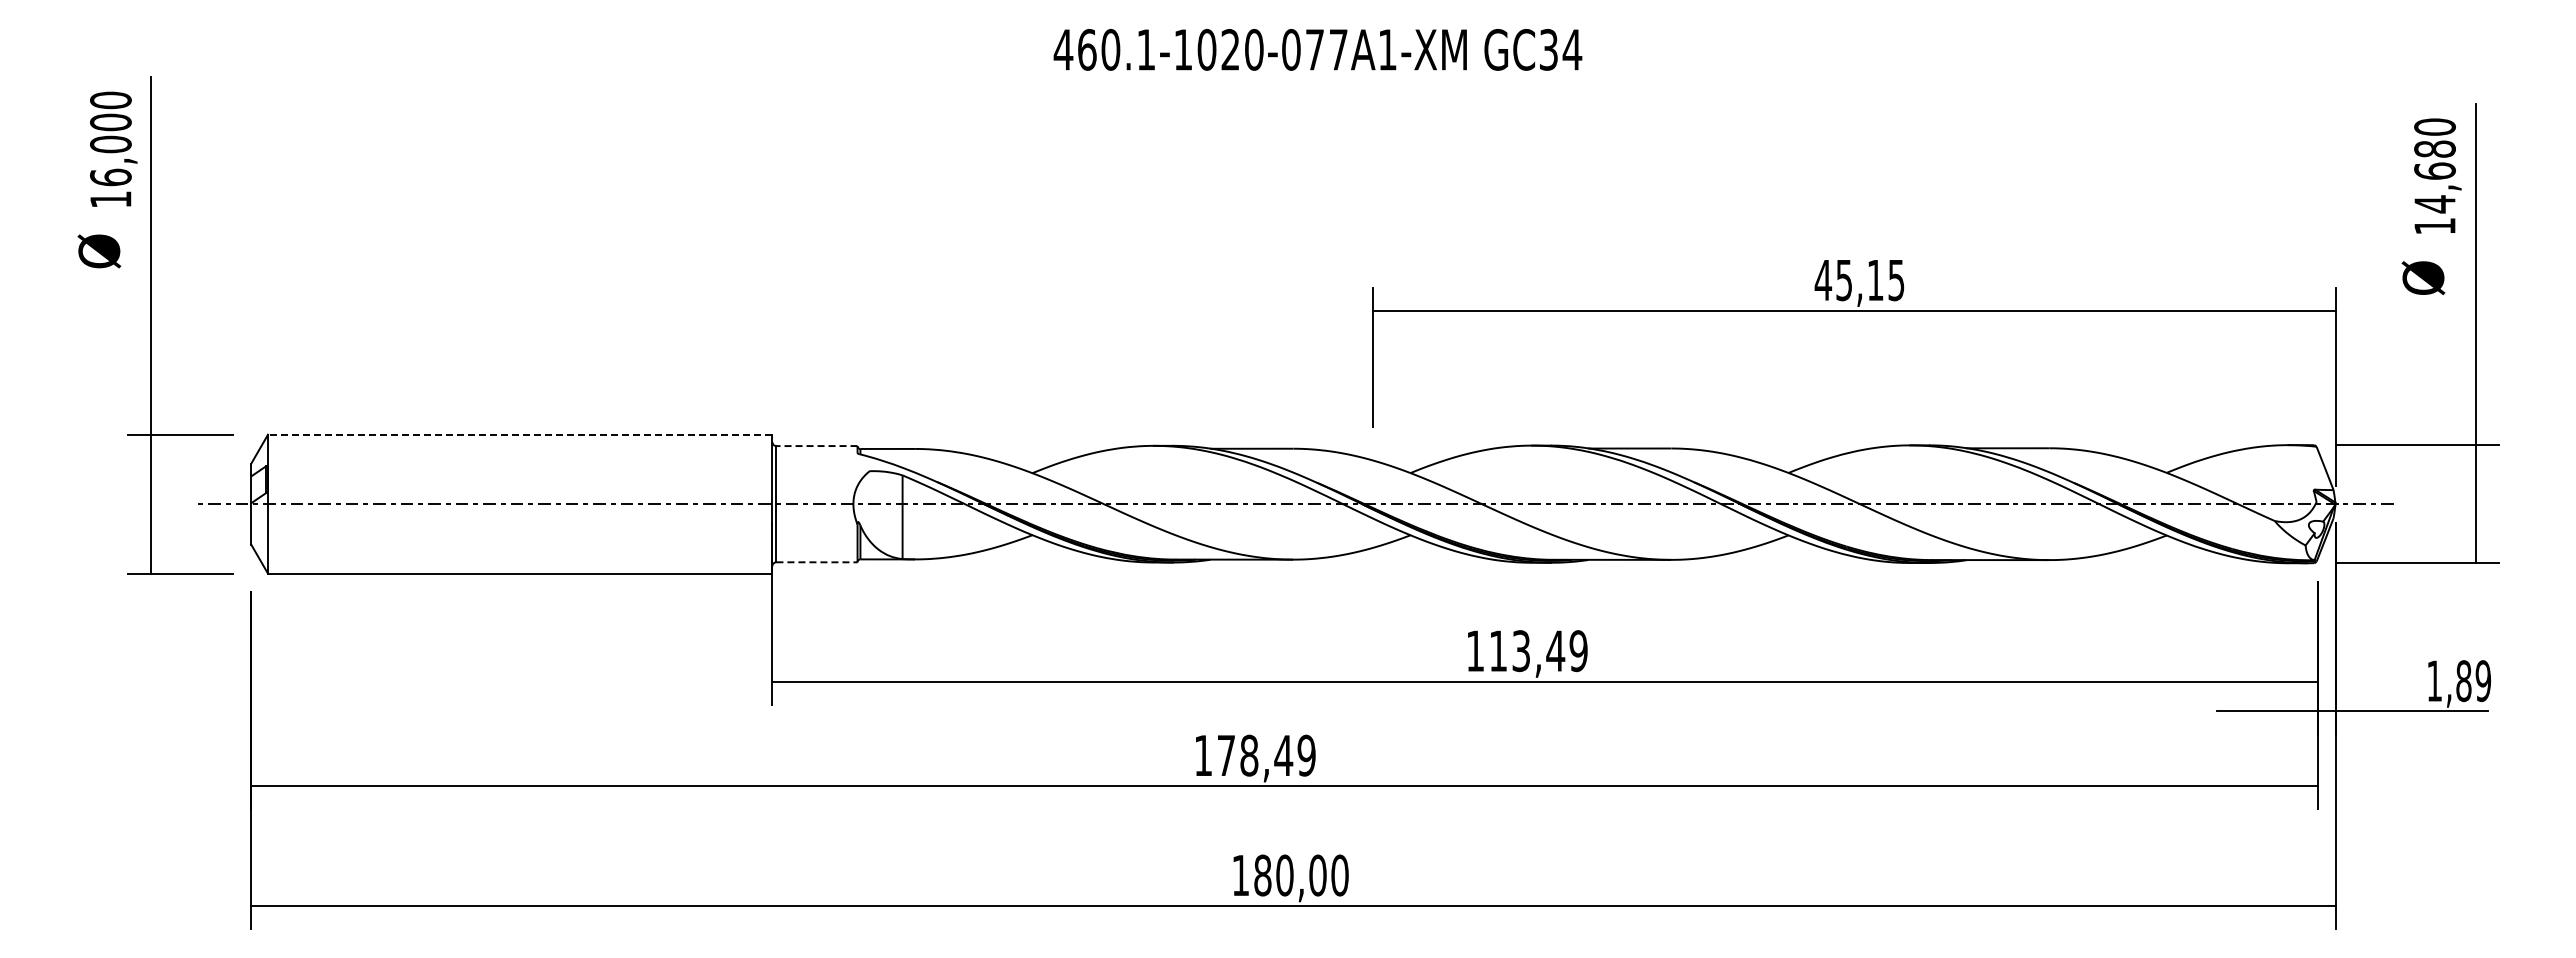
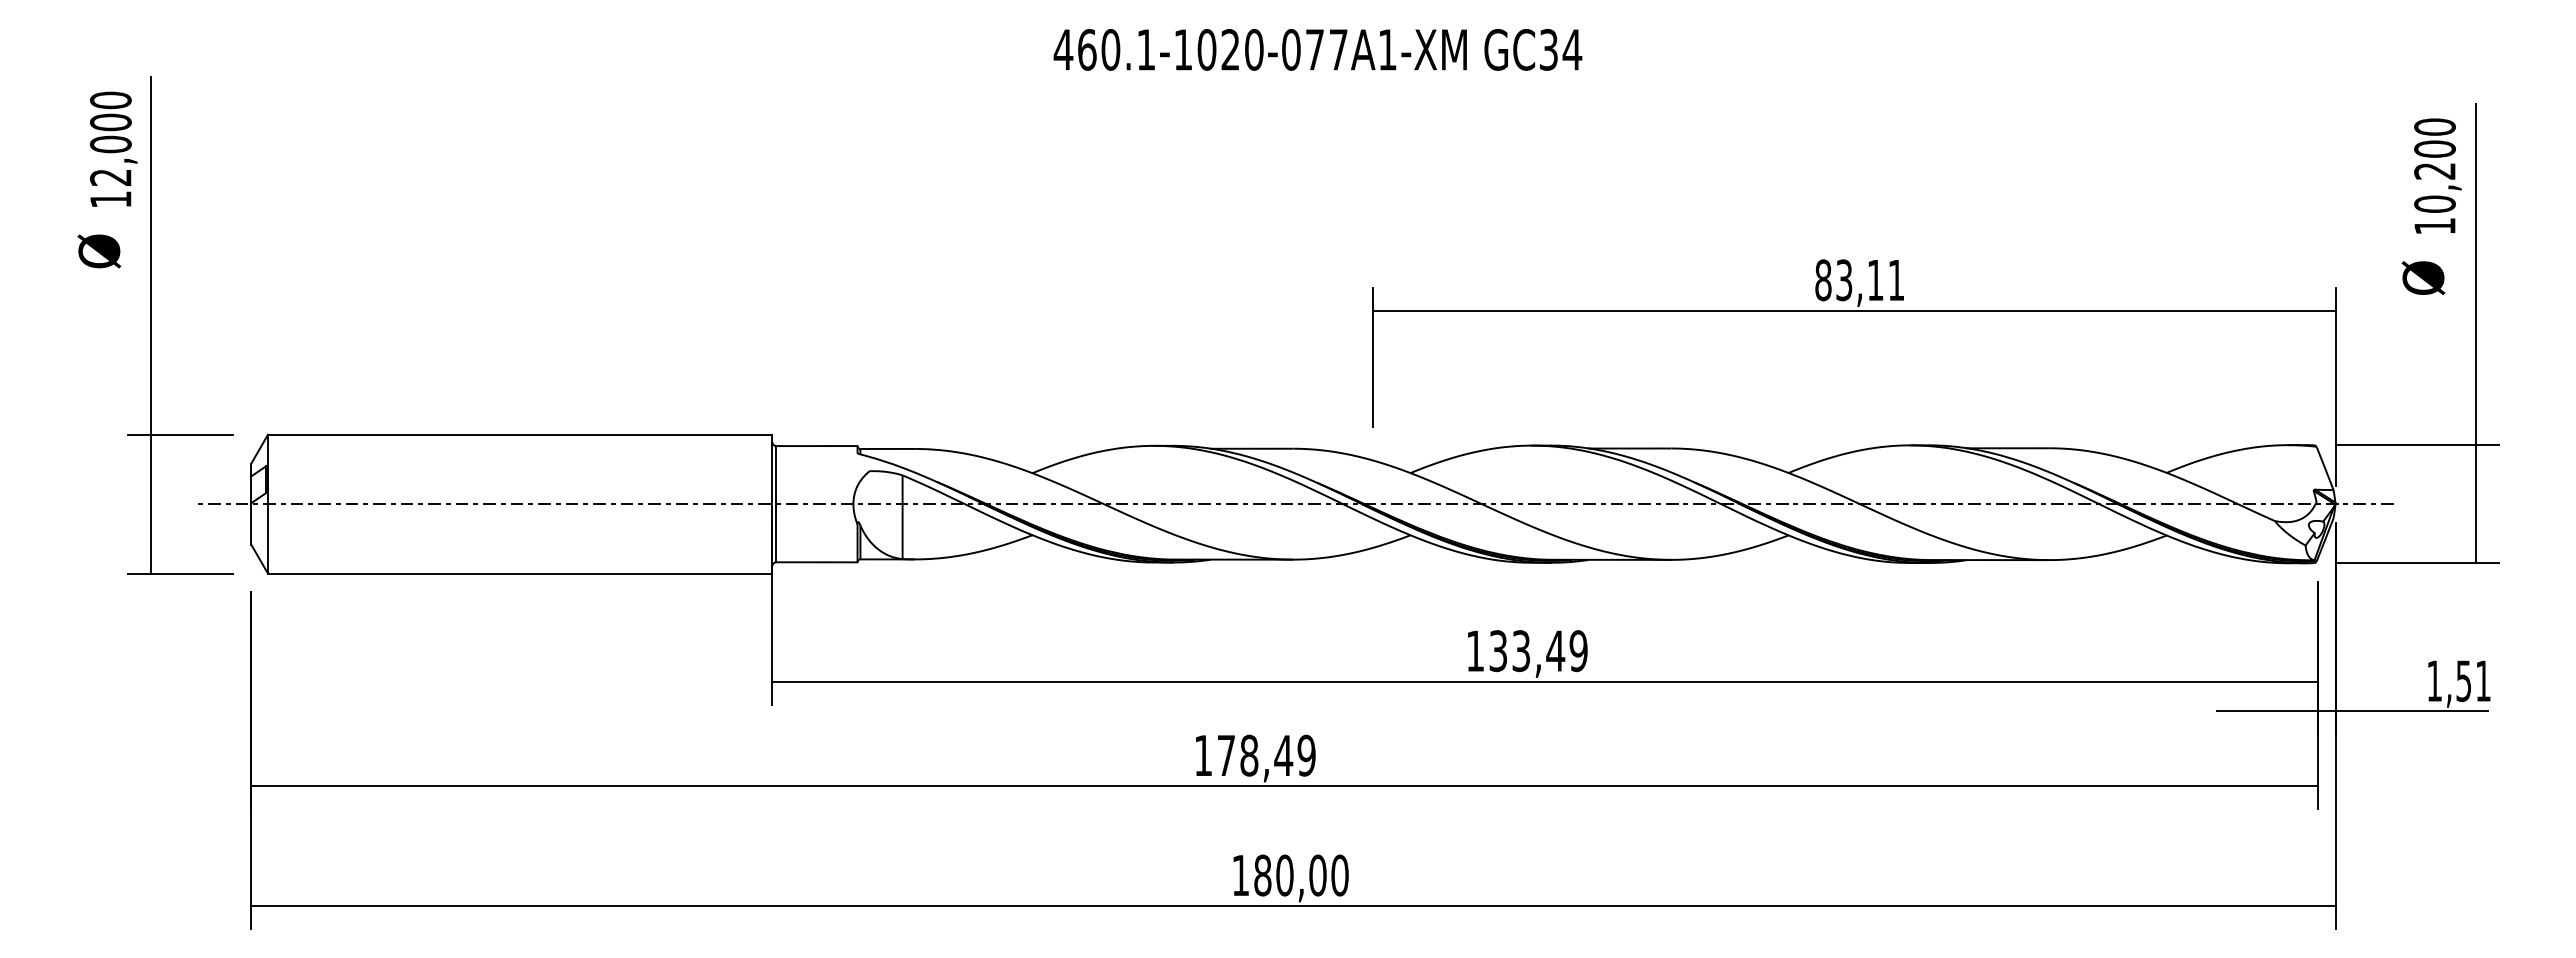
text at (2434, 176): 14,680 -> 10,200
text at (110, 177): 16,000 -> 12,000
text at (1859, 280): 45,15 -> 83,11
line at (519, 434): dashed -> solid
line at (816, 446): dashed -> solid
line at (816, 562): dashed -> solid
text at (1497, 651): 113,49 -> 133,49
text at (2473, 681): 1,89 -> 1,51
